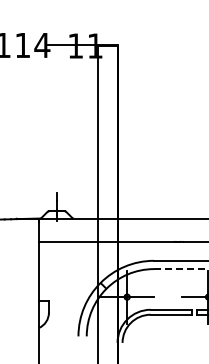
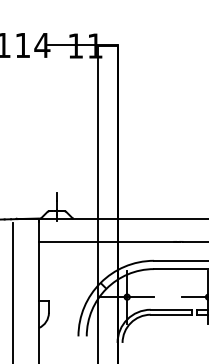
line at (181, 269): dashed -> solid
line at (13, 291): none -> present
